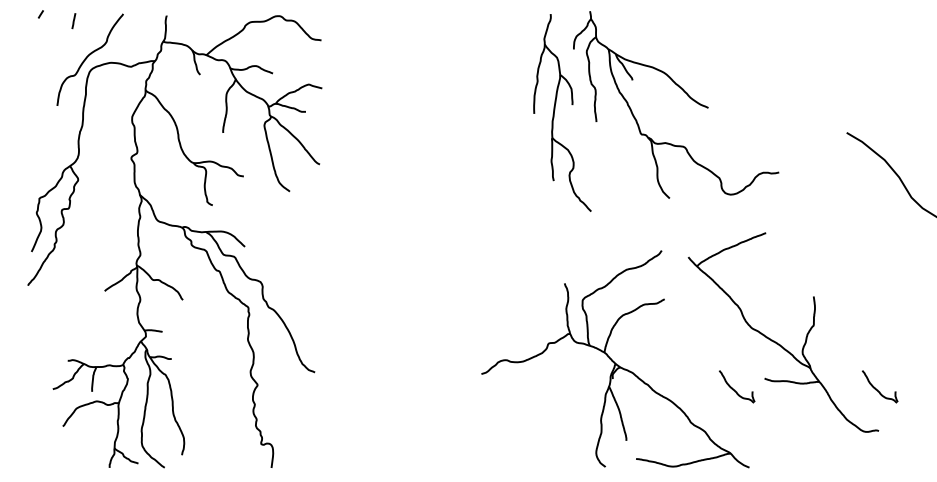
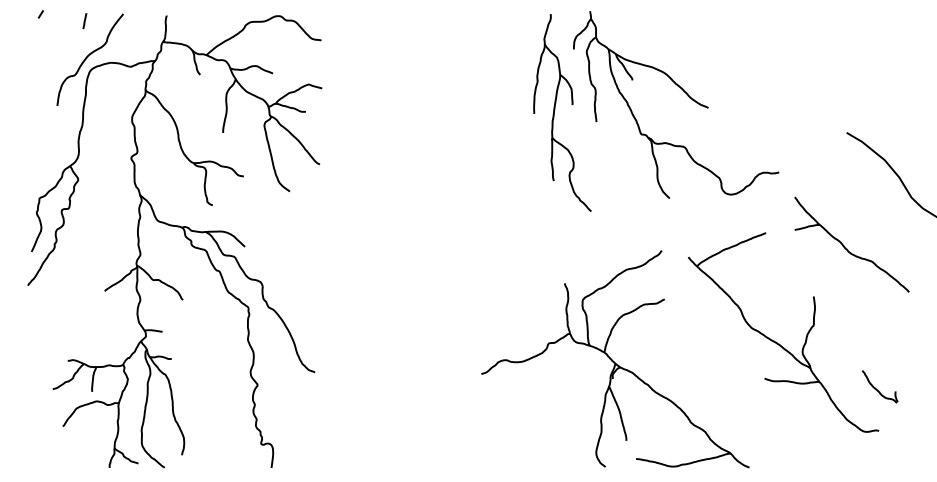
line at (73, 21) position: (73, 21) -> (84, 21)
part at (851, 244): none -> present
part at (737, 386): present -> none
